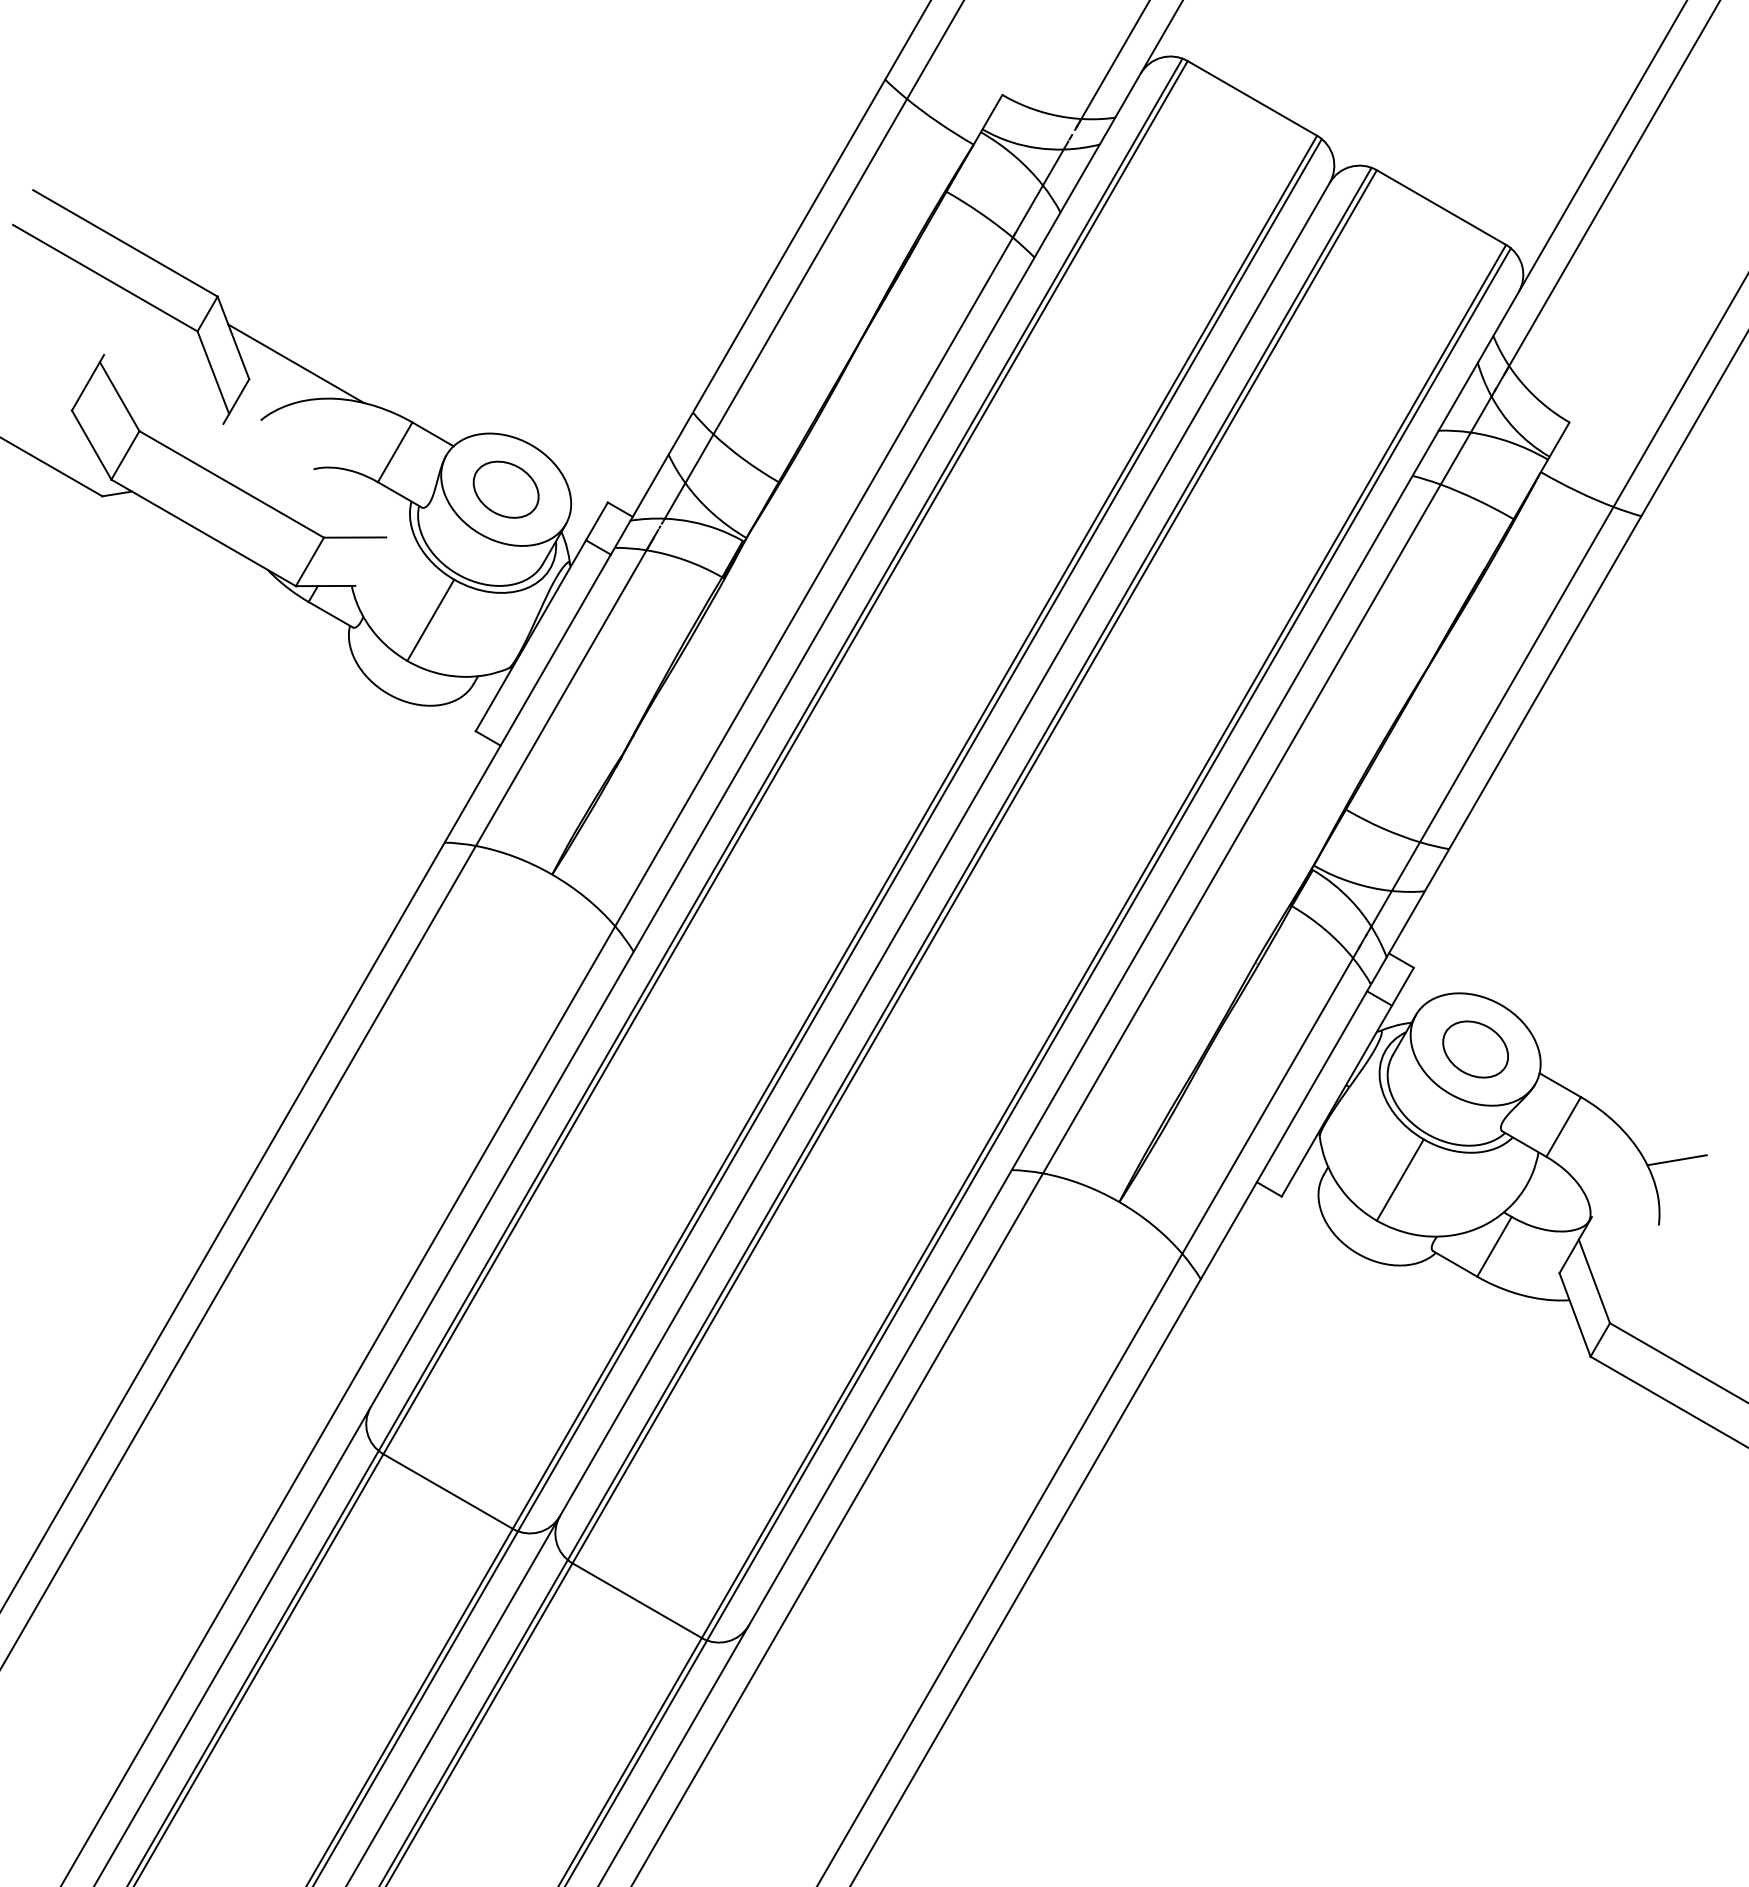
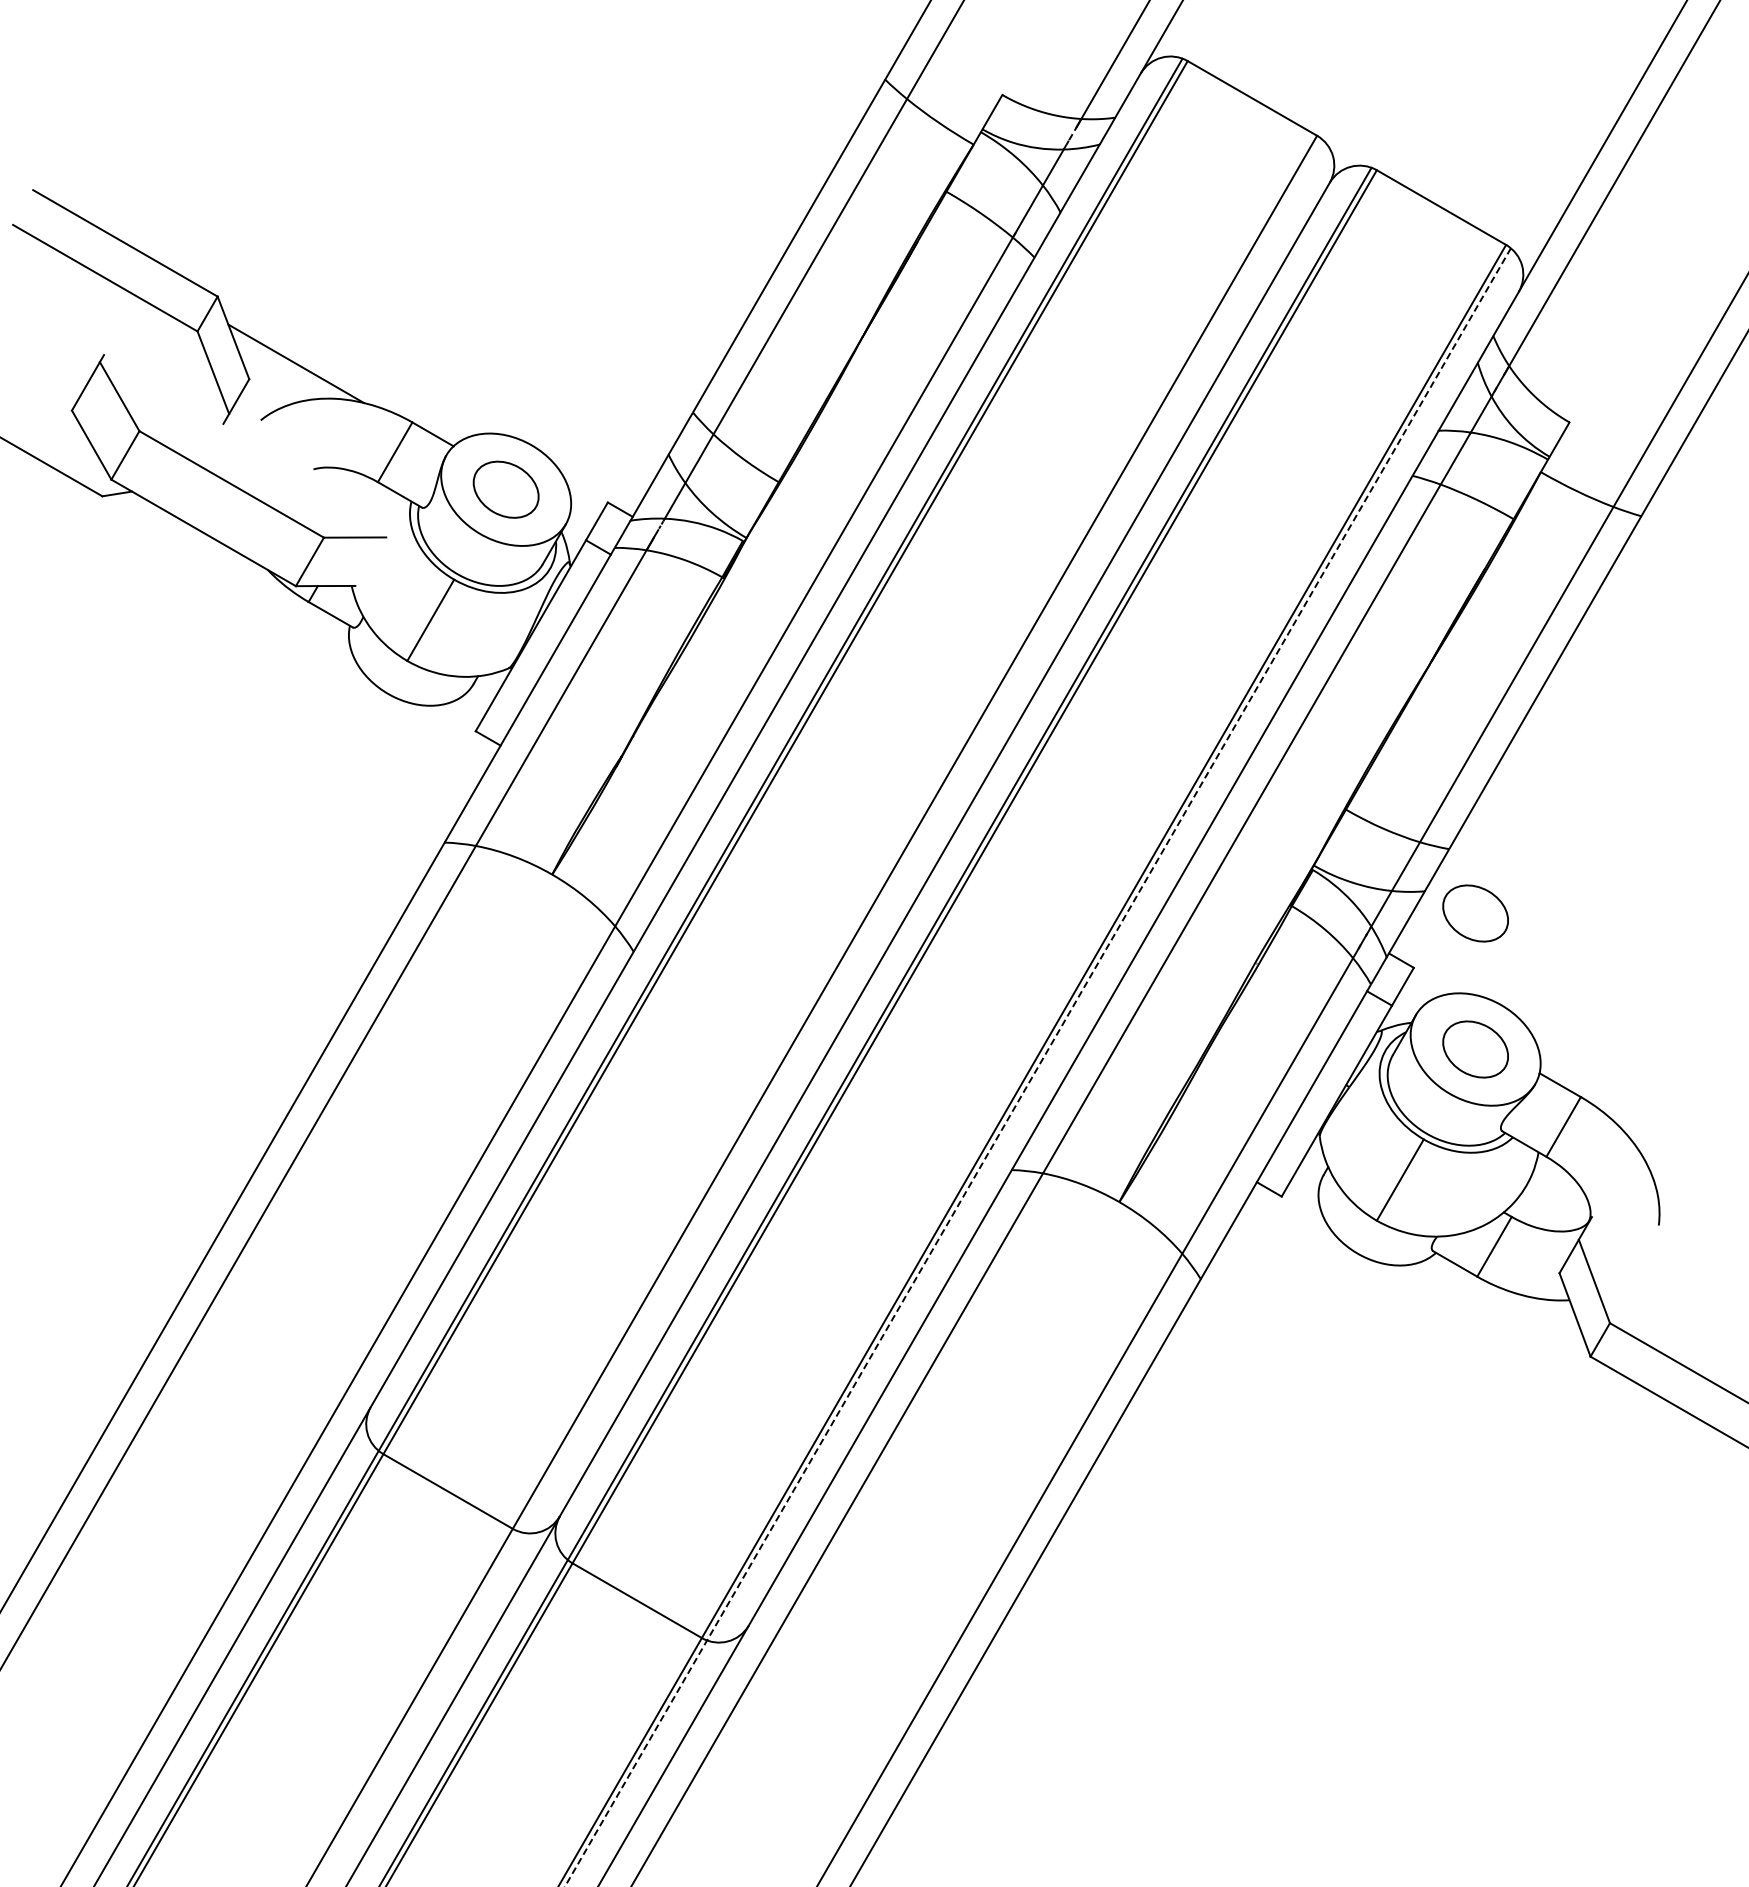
part at (1475, 913): none -> present
line at (817, 1011): present -> none
line at (1038, 1067): solid -> dashed
line at (1676, 1160): present -> none
